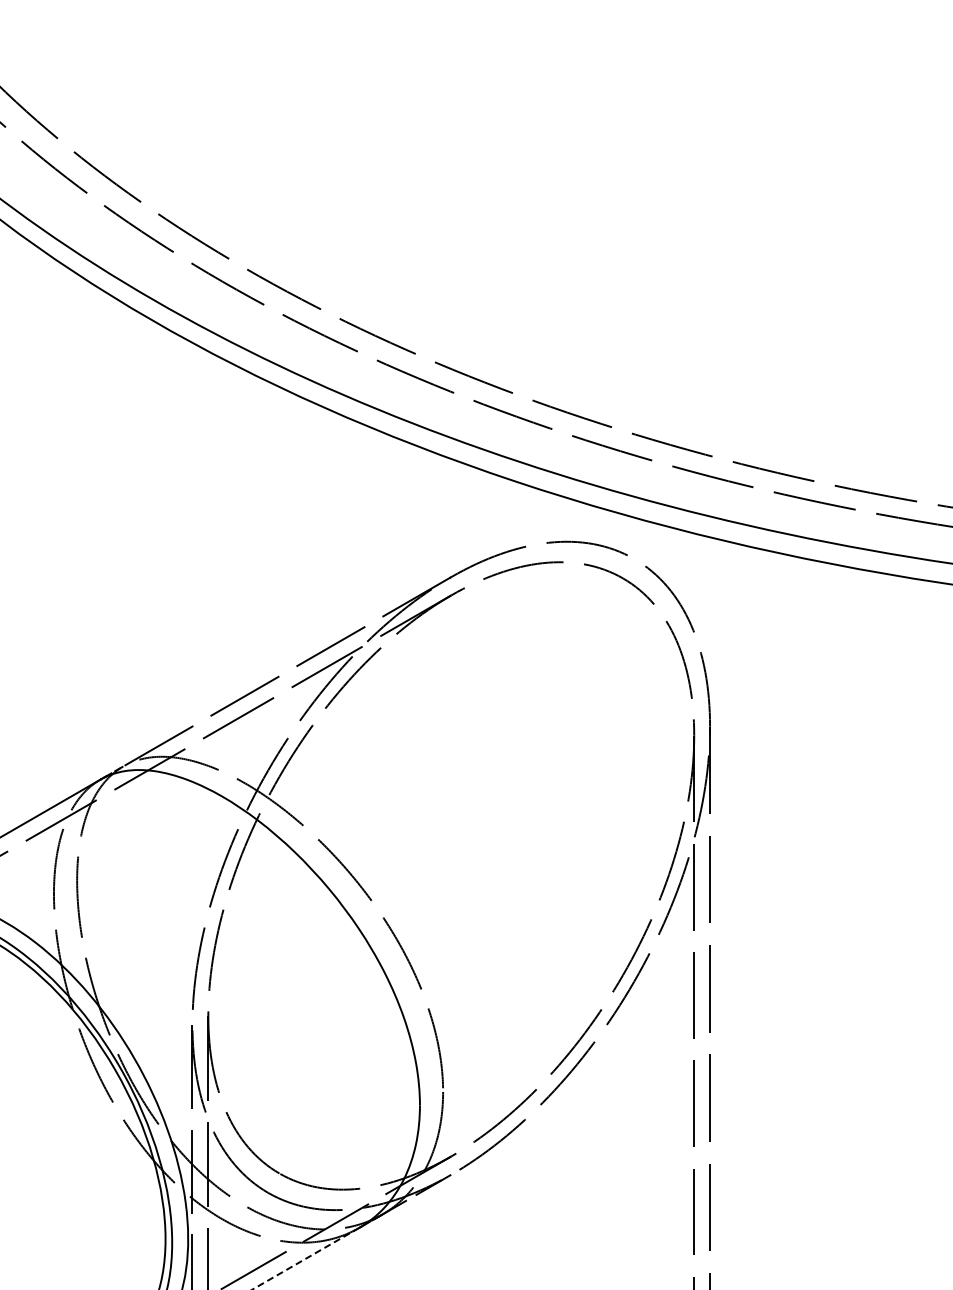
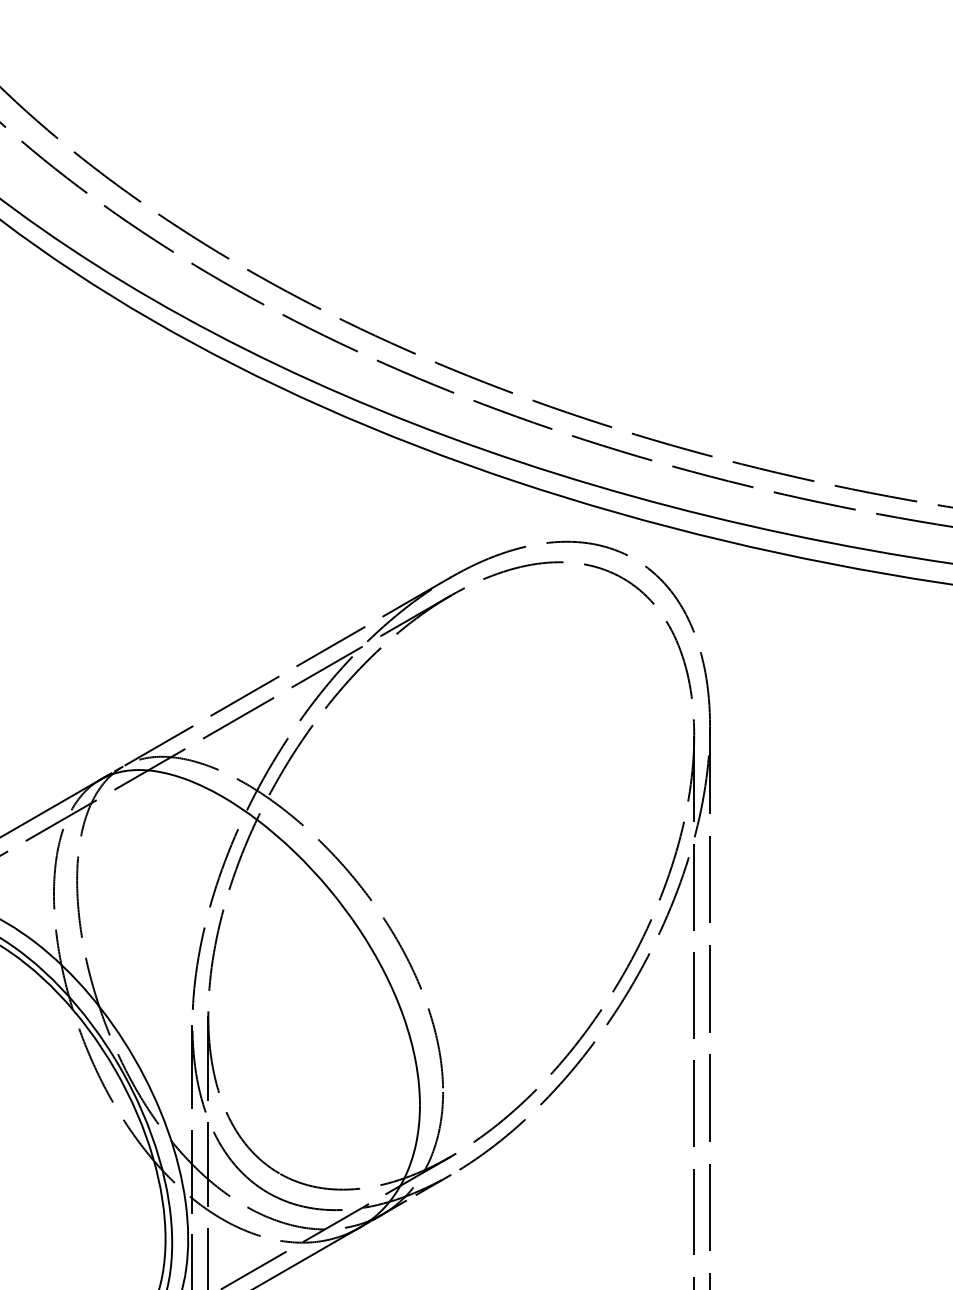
line at (305, 1258): dashed -> solid
